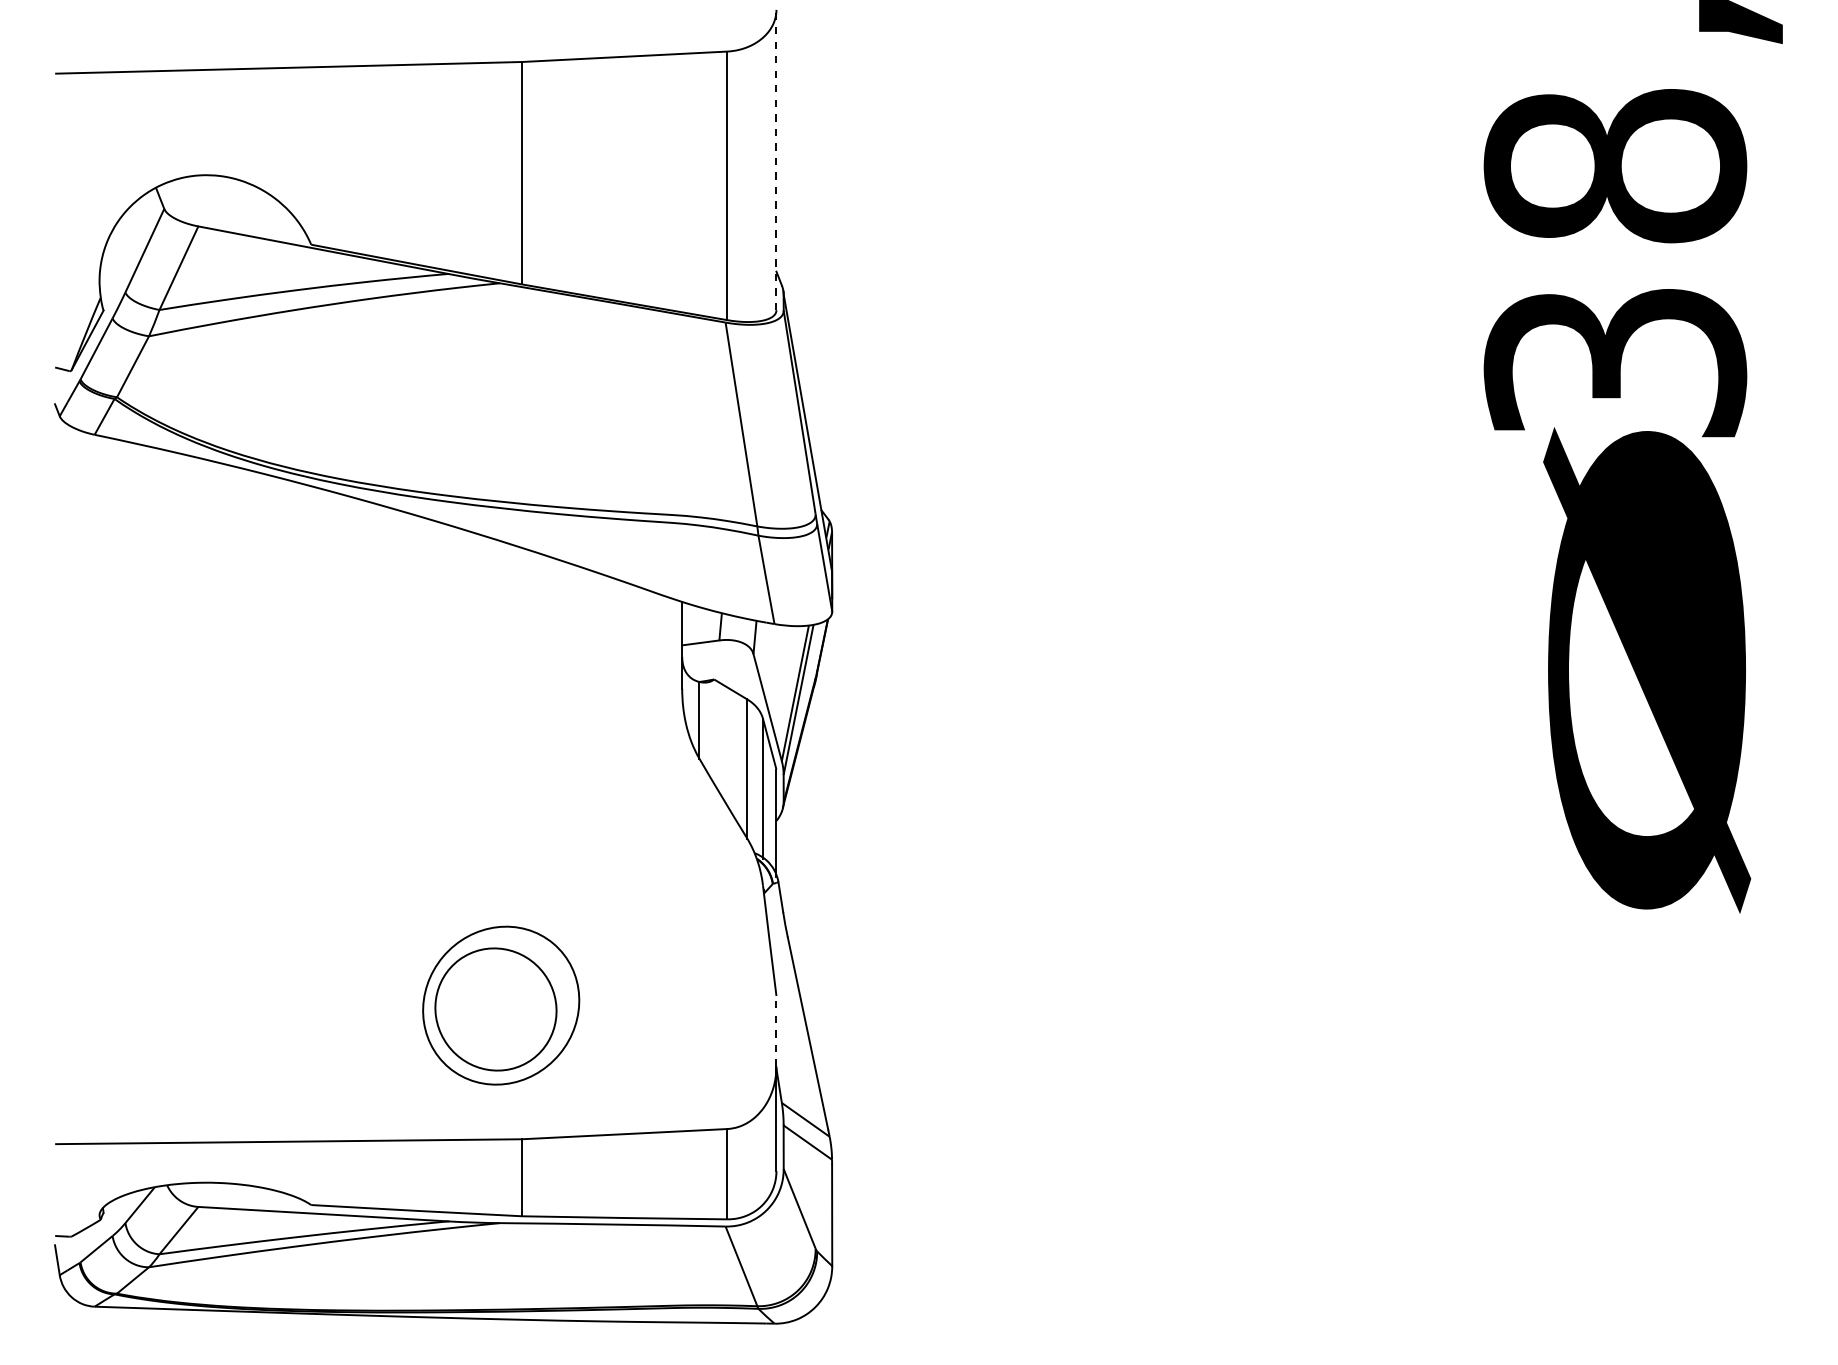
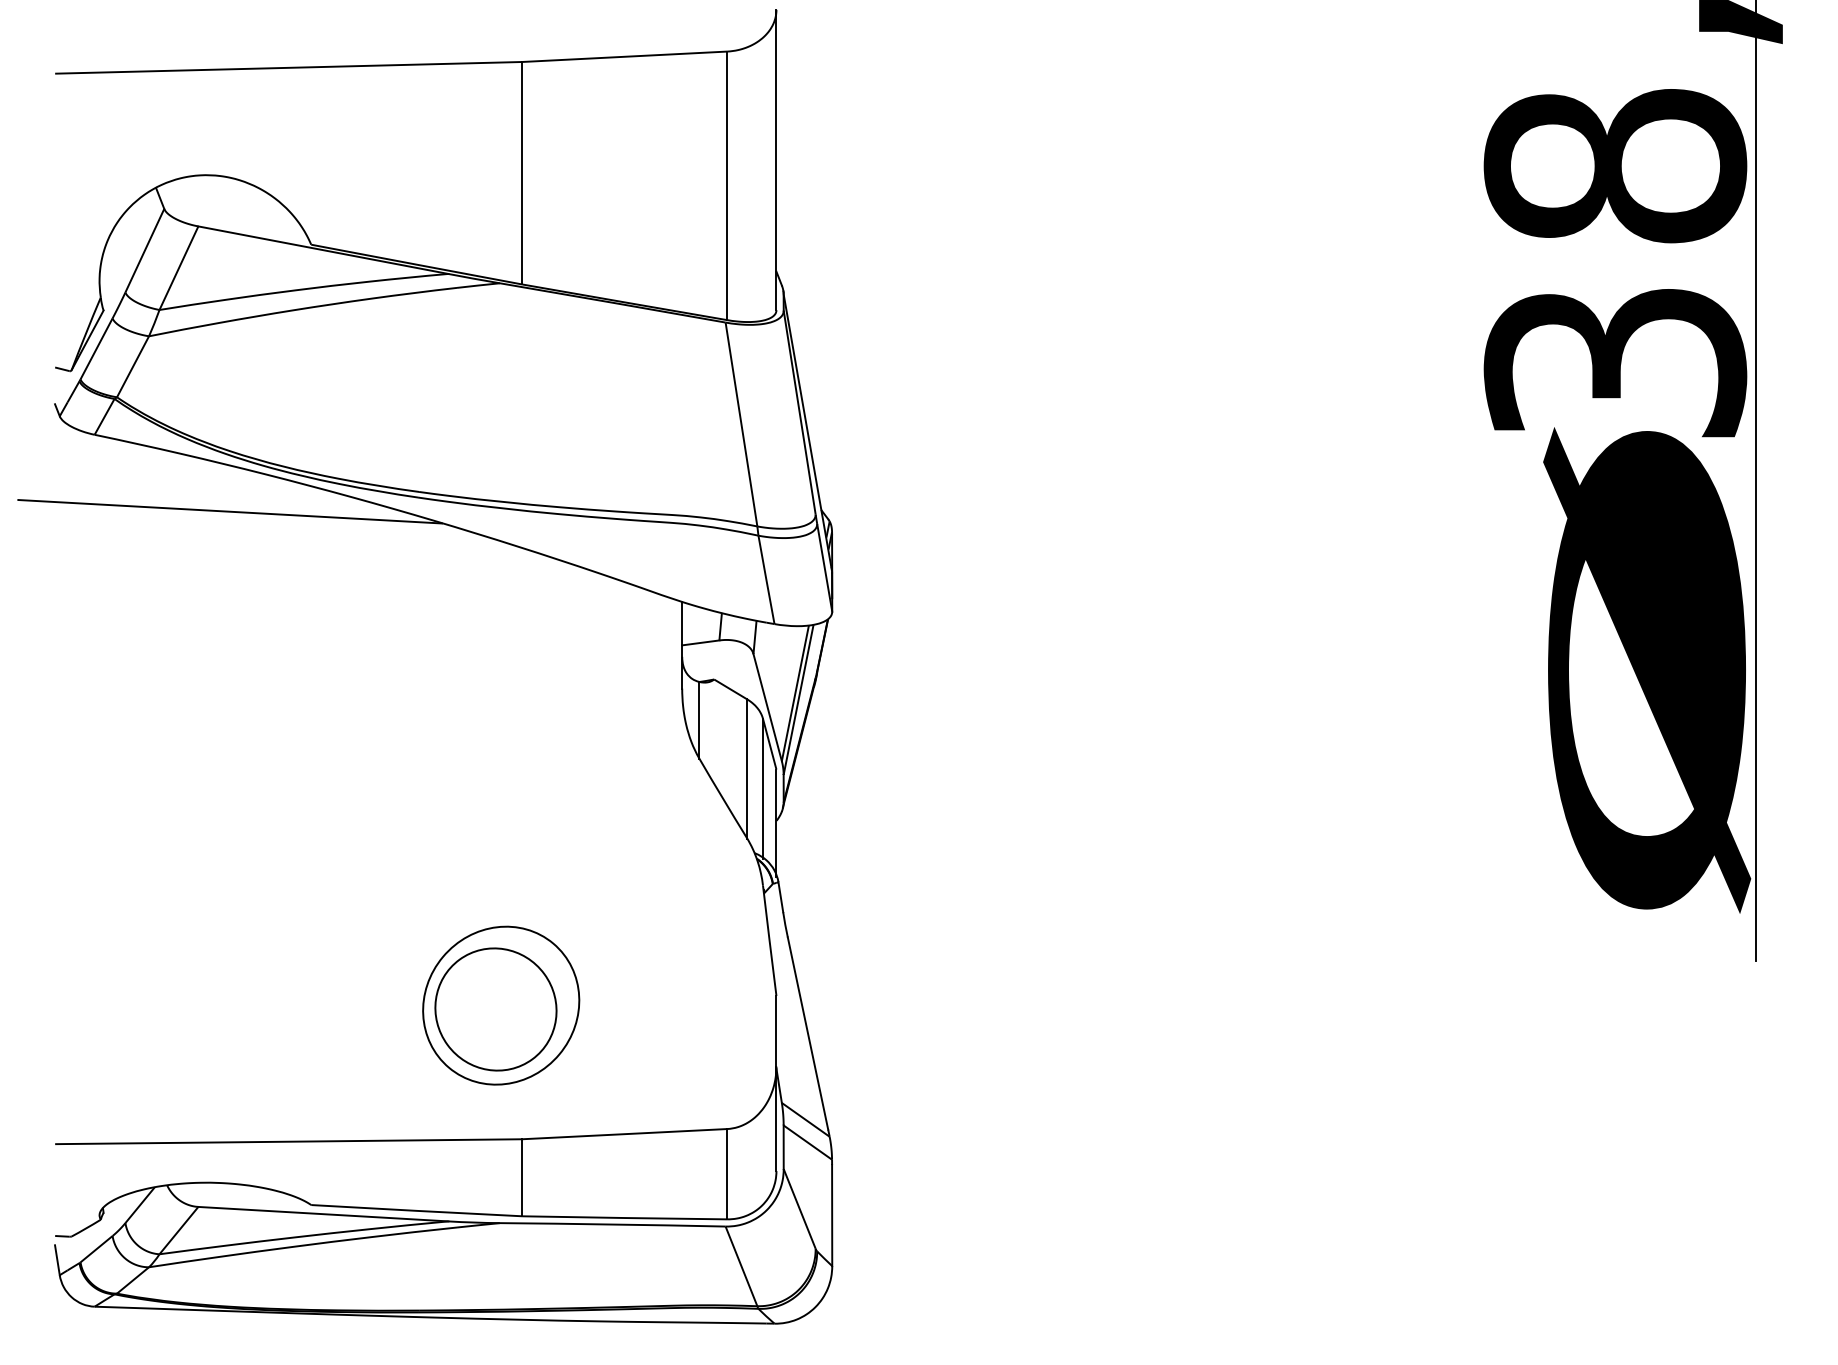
line at (776, 159): dashed -> solid
line at (1755, 481): none -> present
line at (229, 511): none -> present
line at (776, 1030): dashed -> solid
